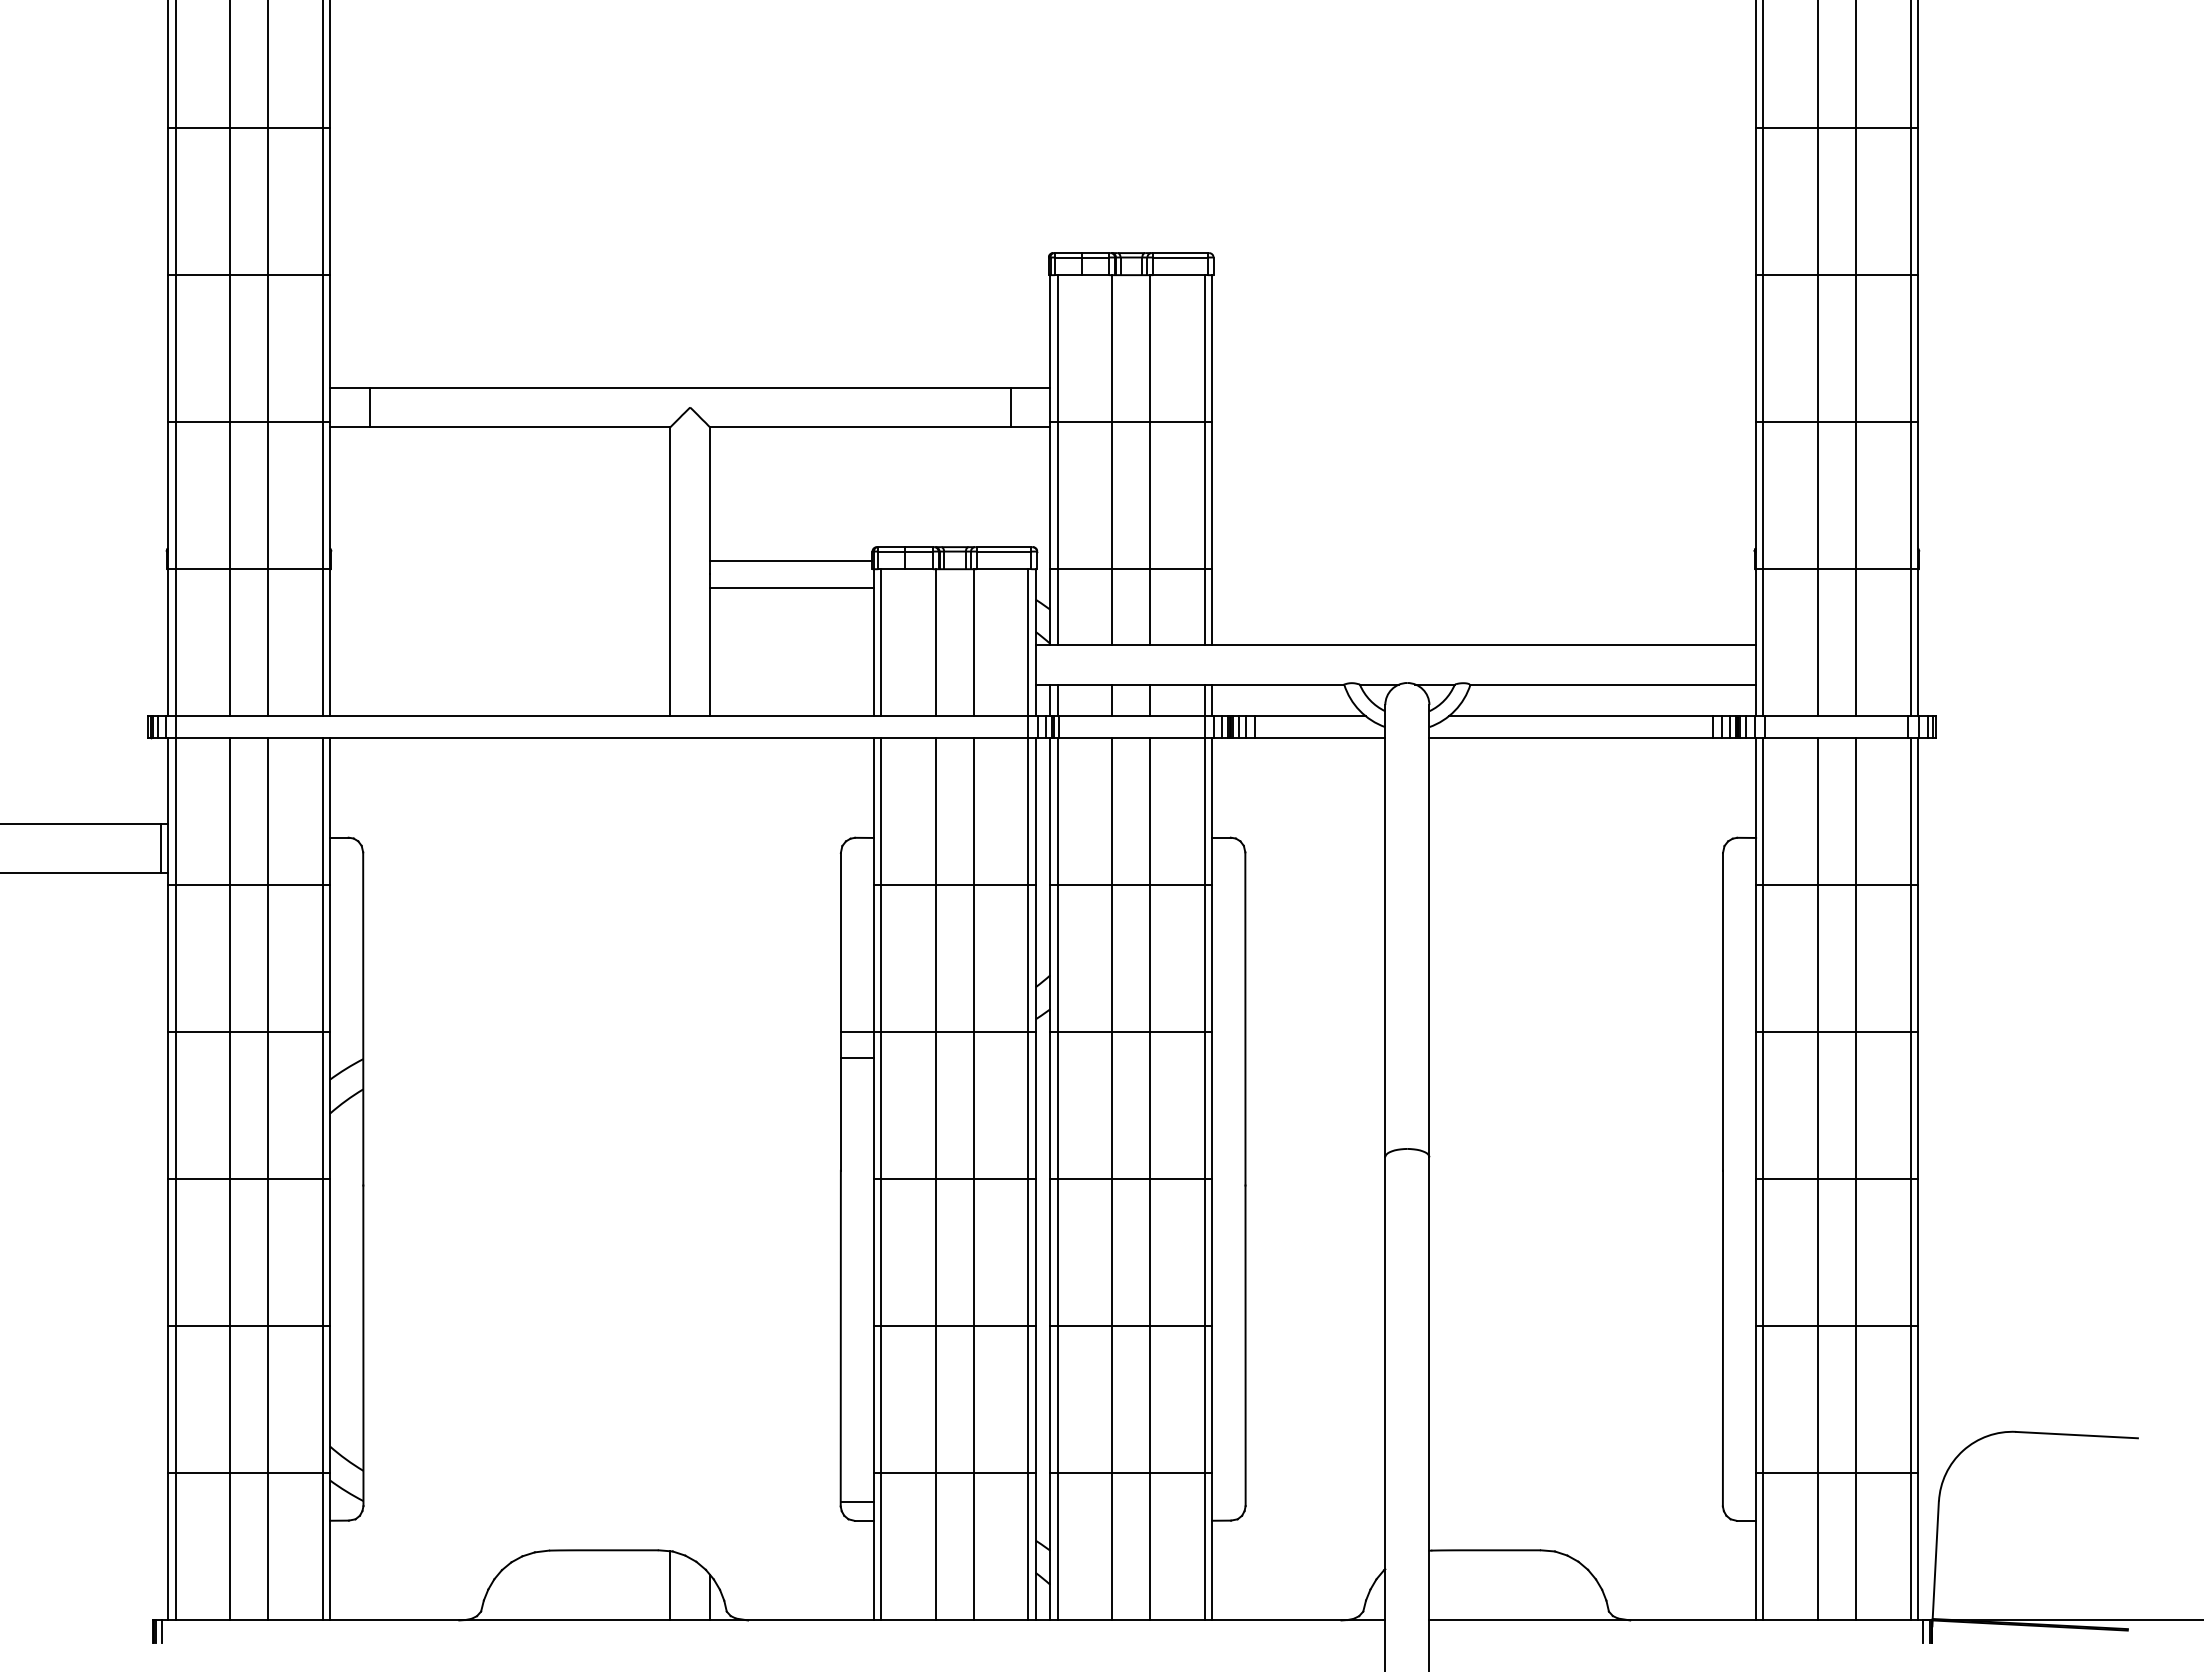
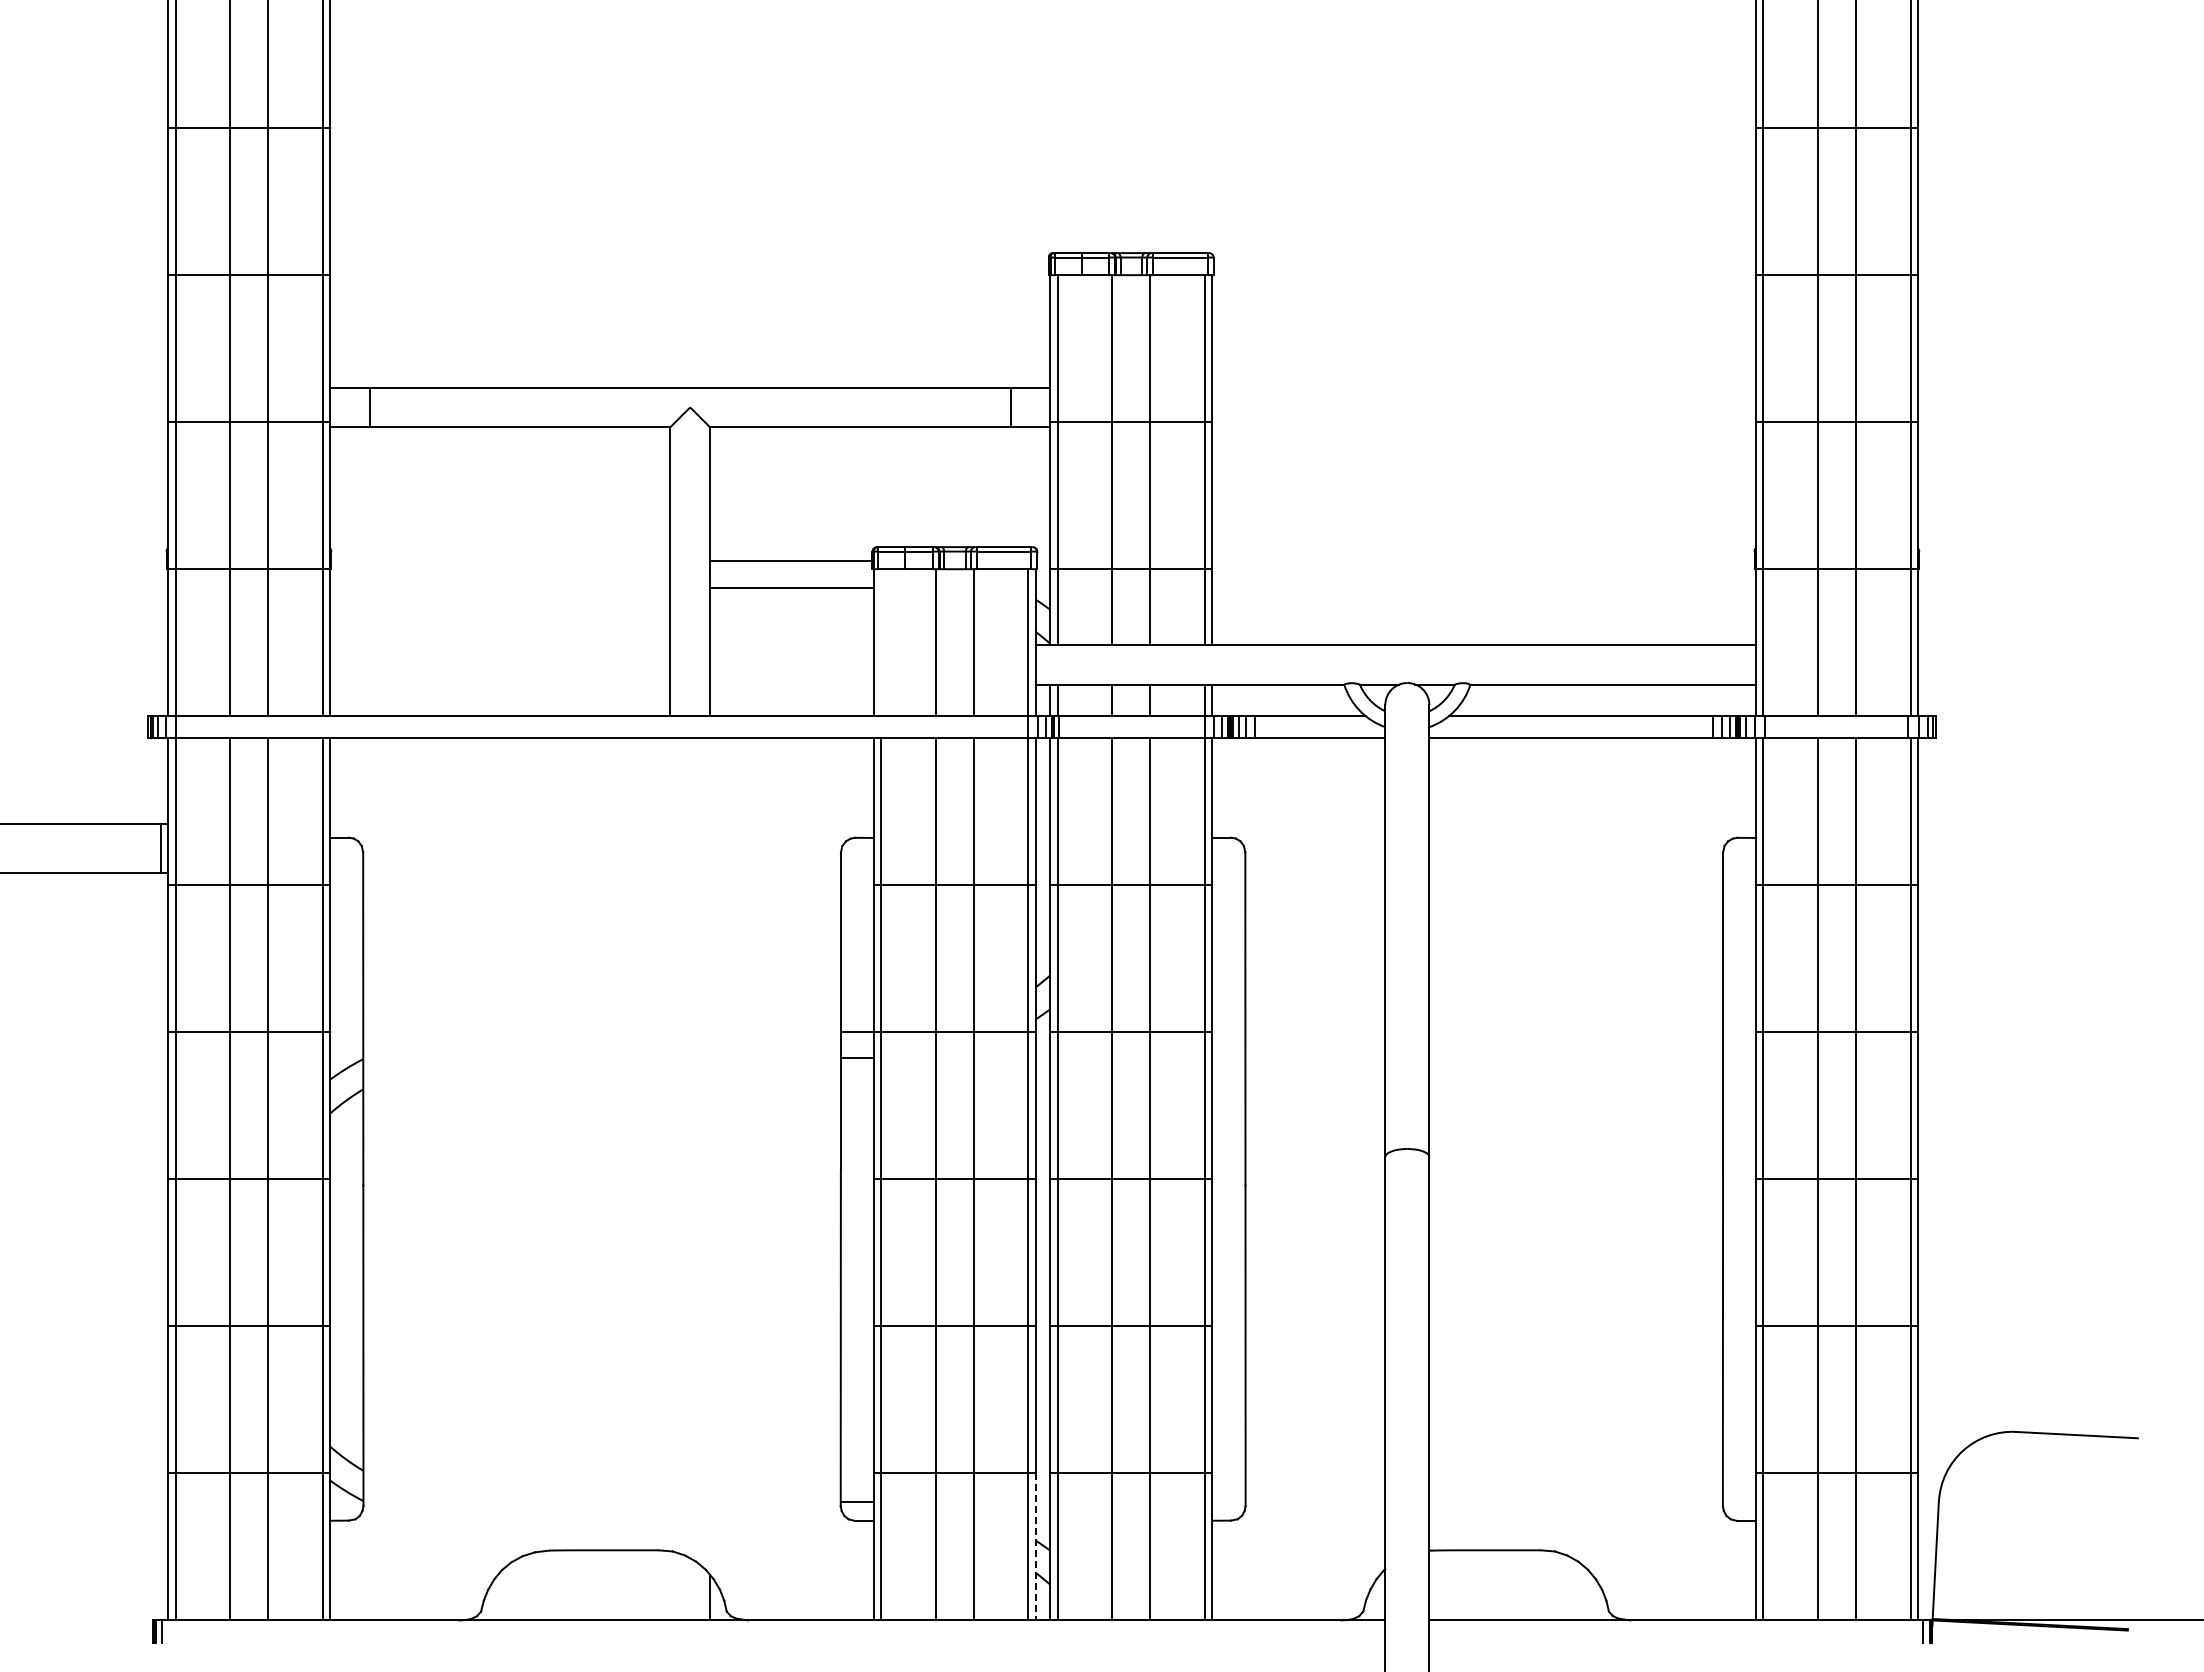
line at (881, 642): present -> none
line at (1035, 1546): solid -> dashed
line at (670, 1585): present -> none
